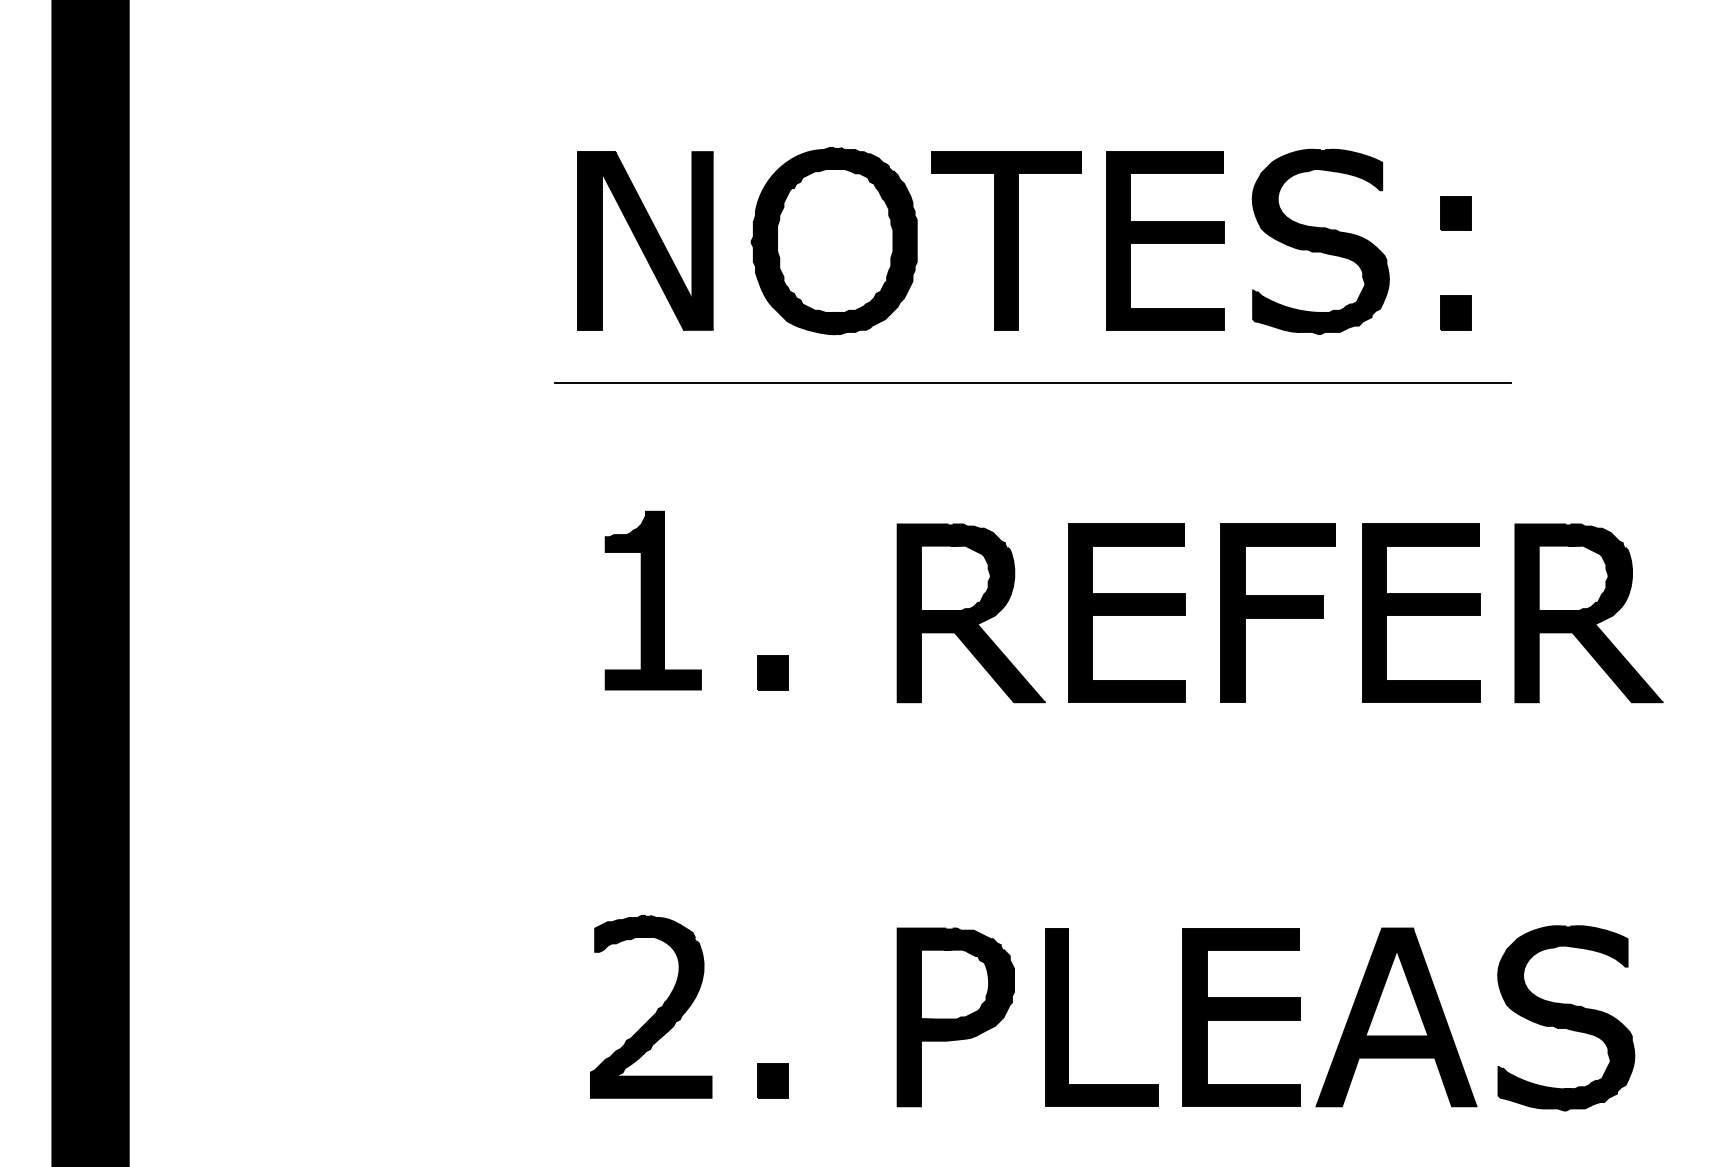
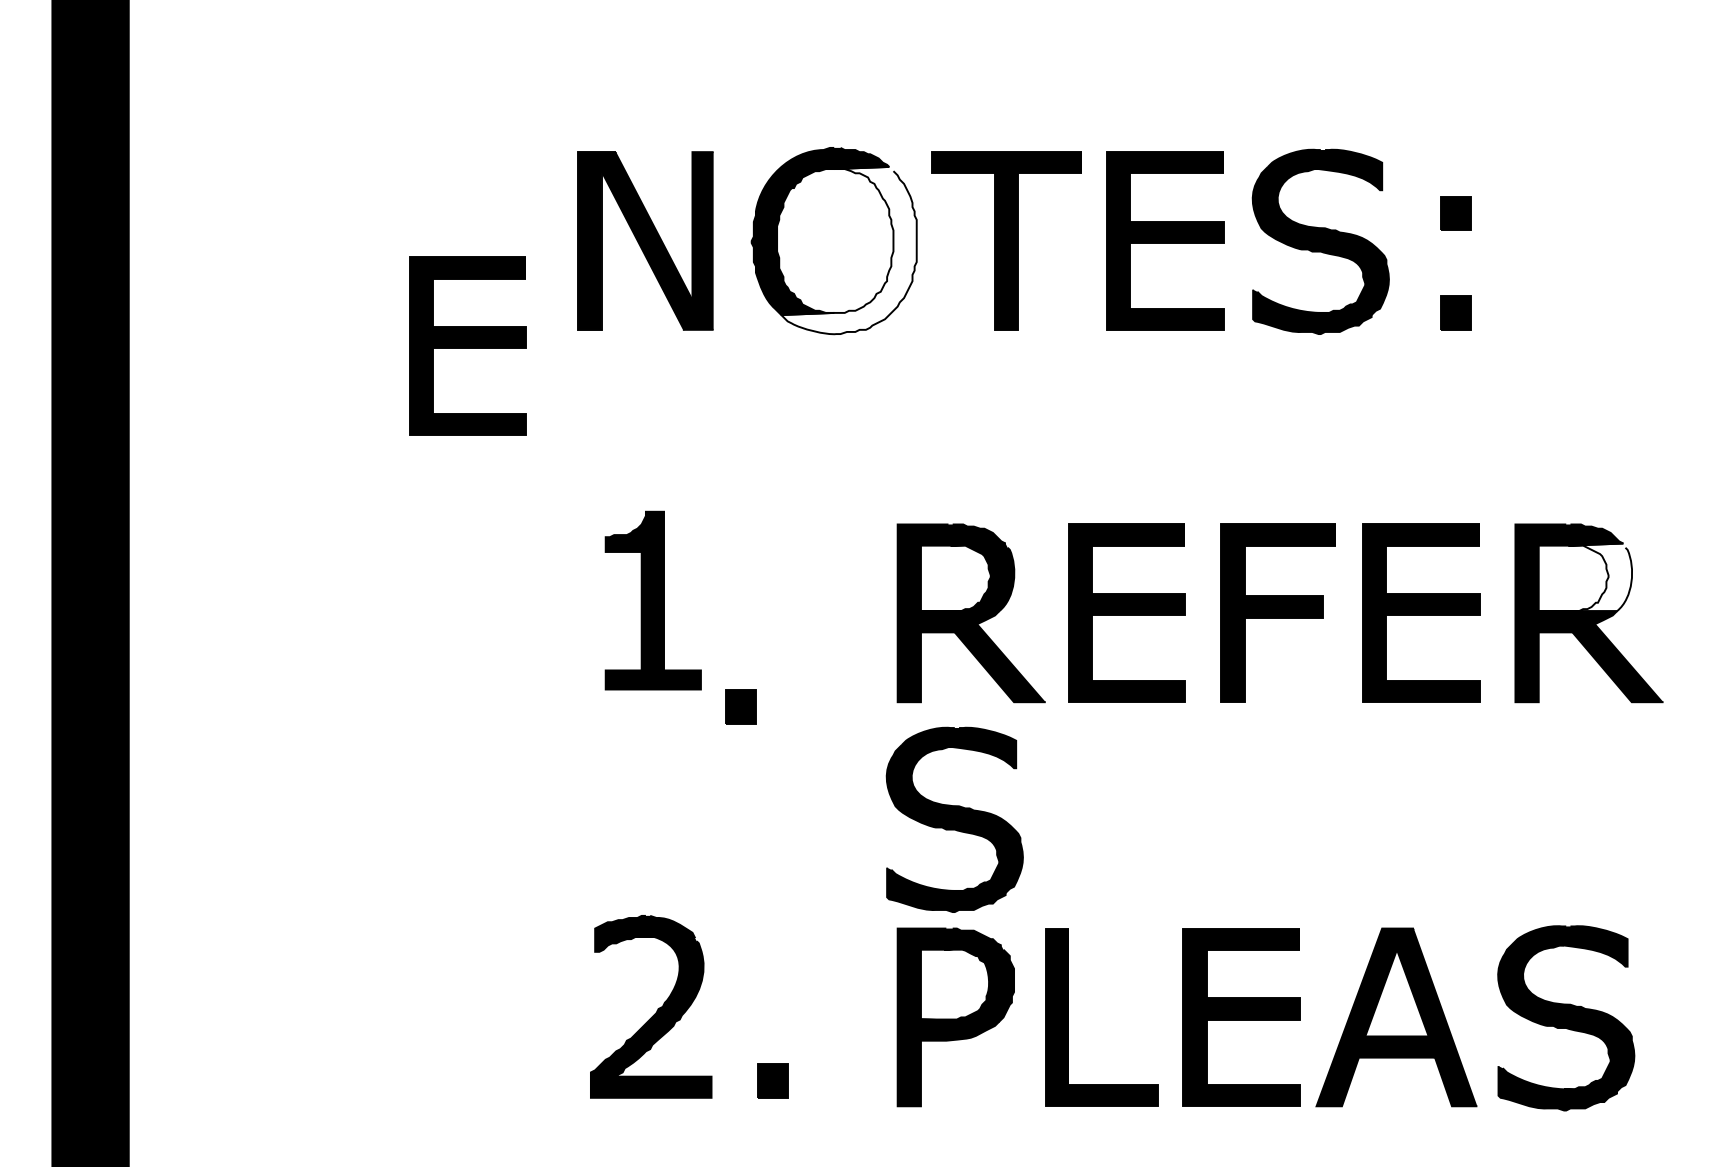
fill at (848, 250): present -> none
part at (467, 345): none -> present
line at (1032, 382): present -> none
fill at (1585, 577): present -> none
part at (772, 672) position: (772, 672) -> (740, 706)
part at (954, 819): none -> present
